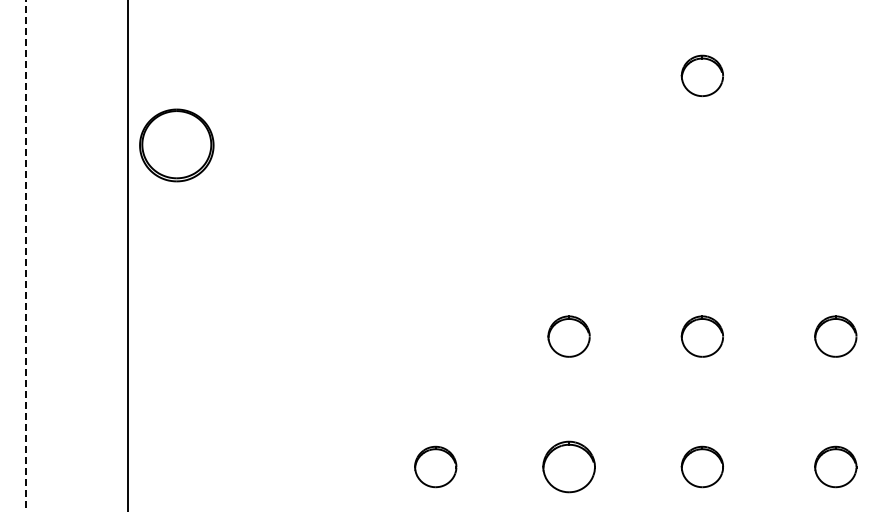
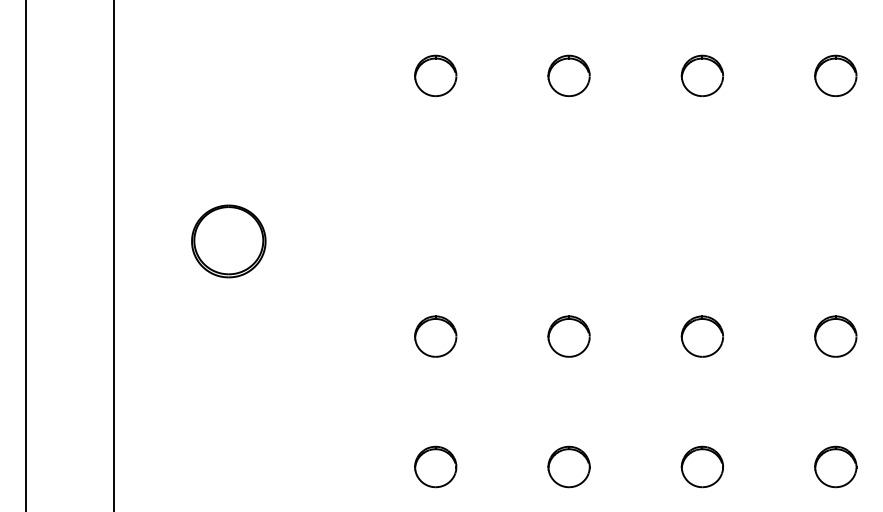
part at (435, 75): none -> present
part at (568, 75): none -> present
part at (835, 75): none -> present
part at (176, 145) position: (176, 145) -> (228, 241)
line at (26, 255): dashed -> solid
line at (127, 255) position: (127, 255) -> (113, 255)
part at (435, 336): none -> present
part at (568, 466) size: 54x54 px -> 44x44 px
